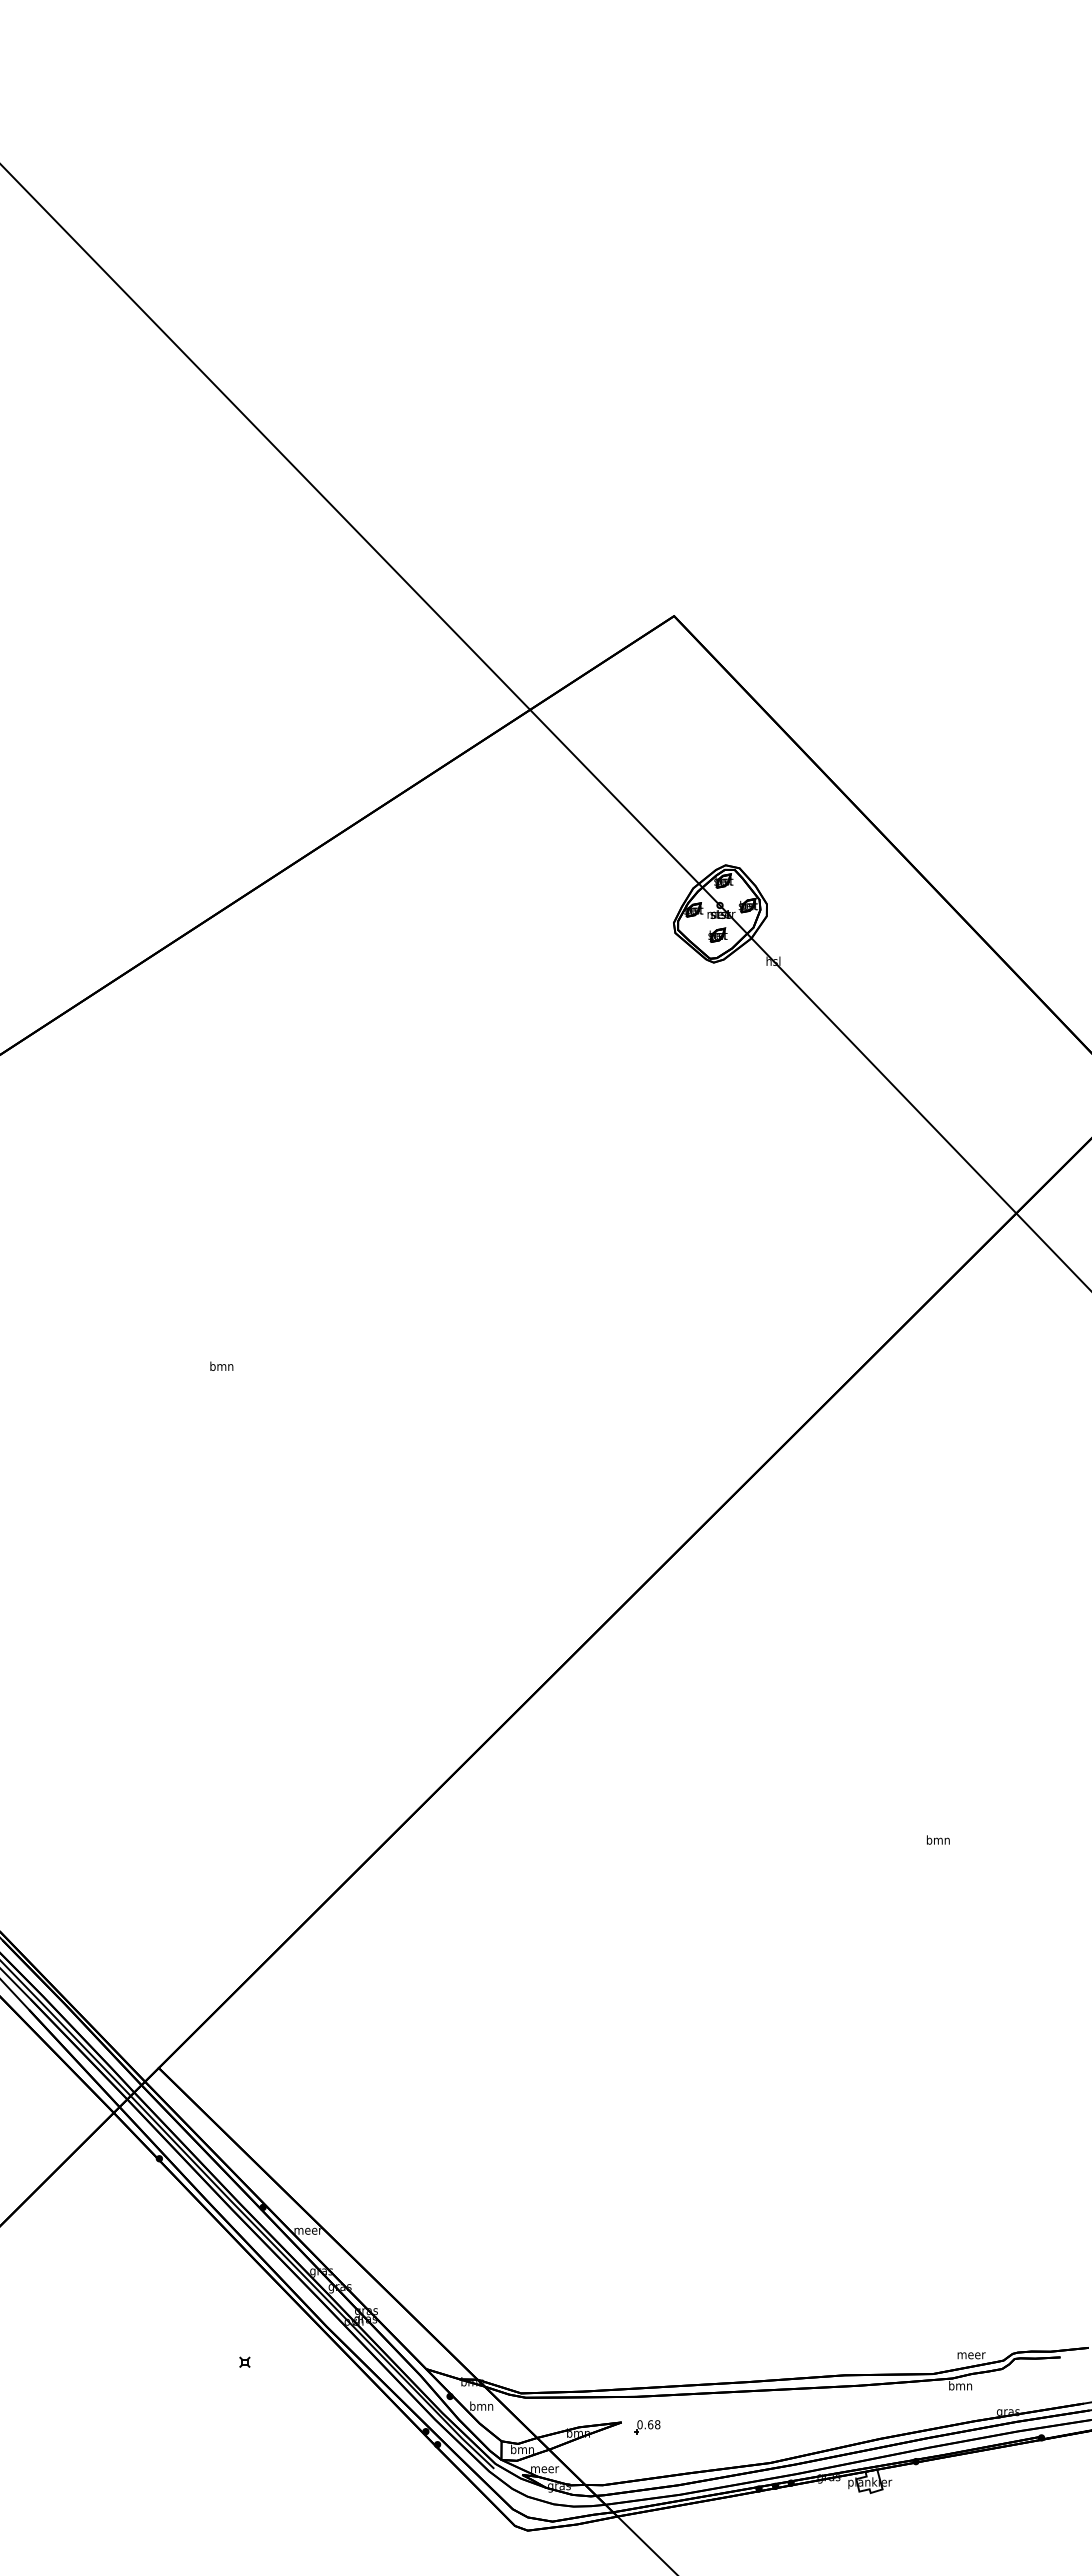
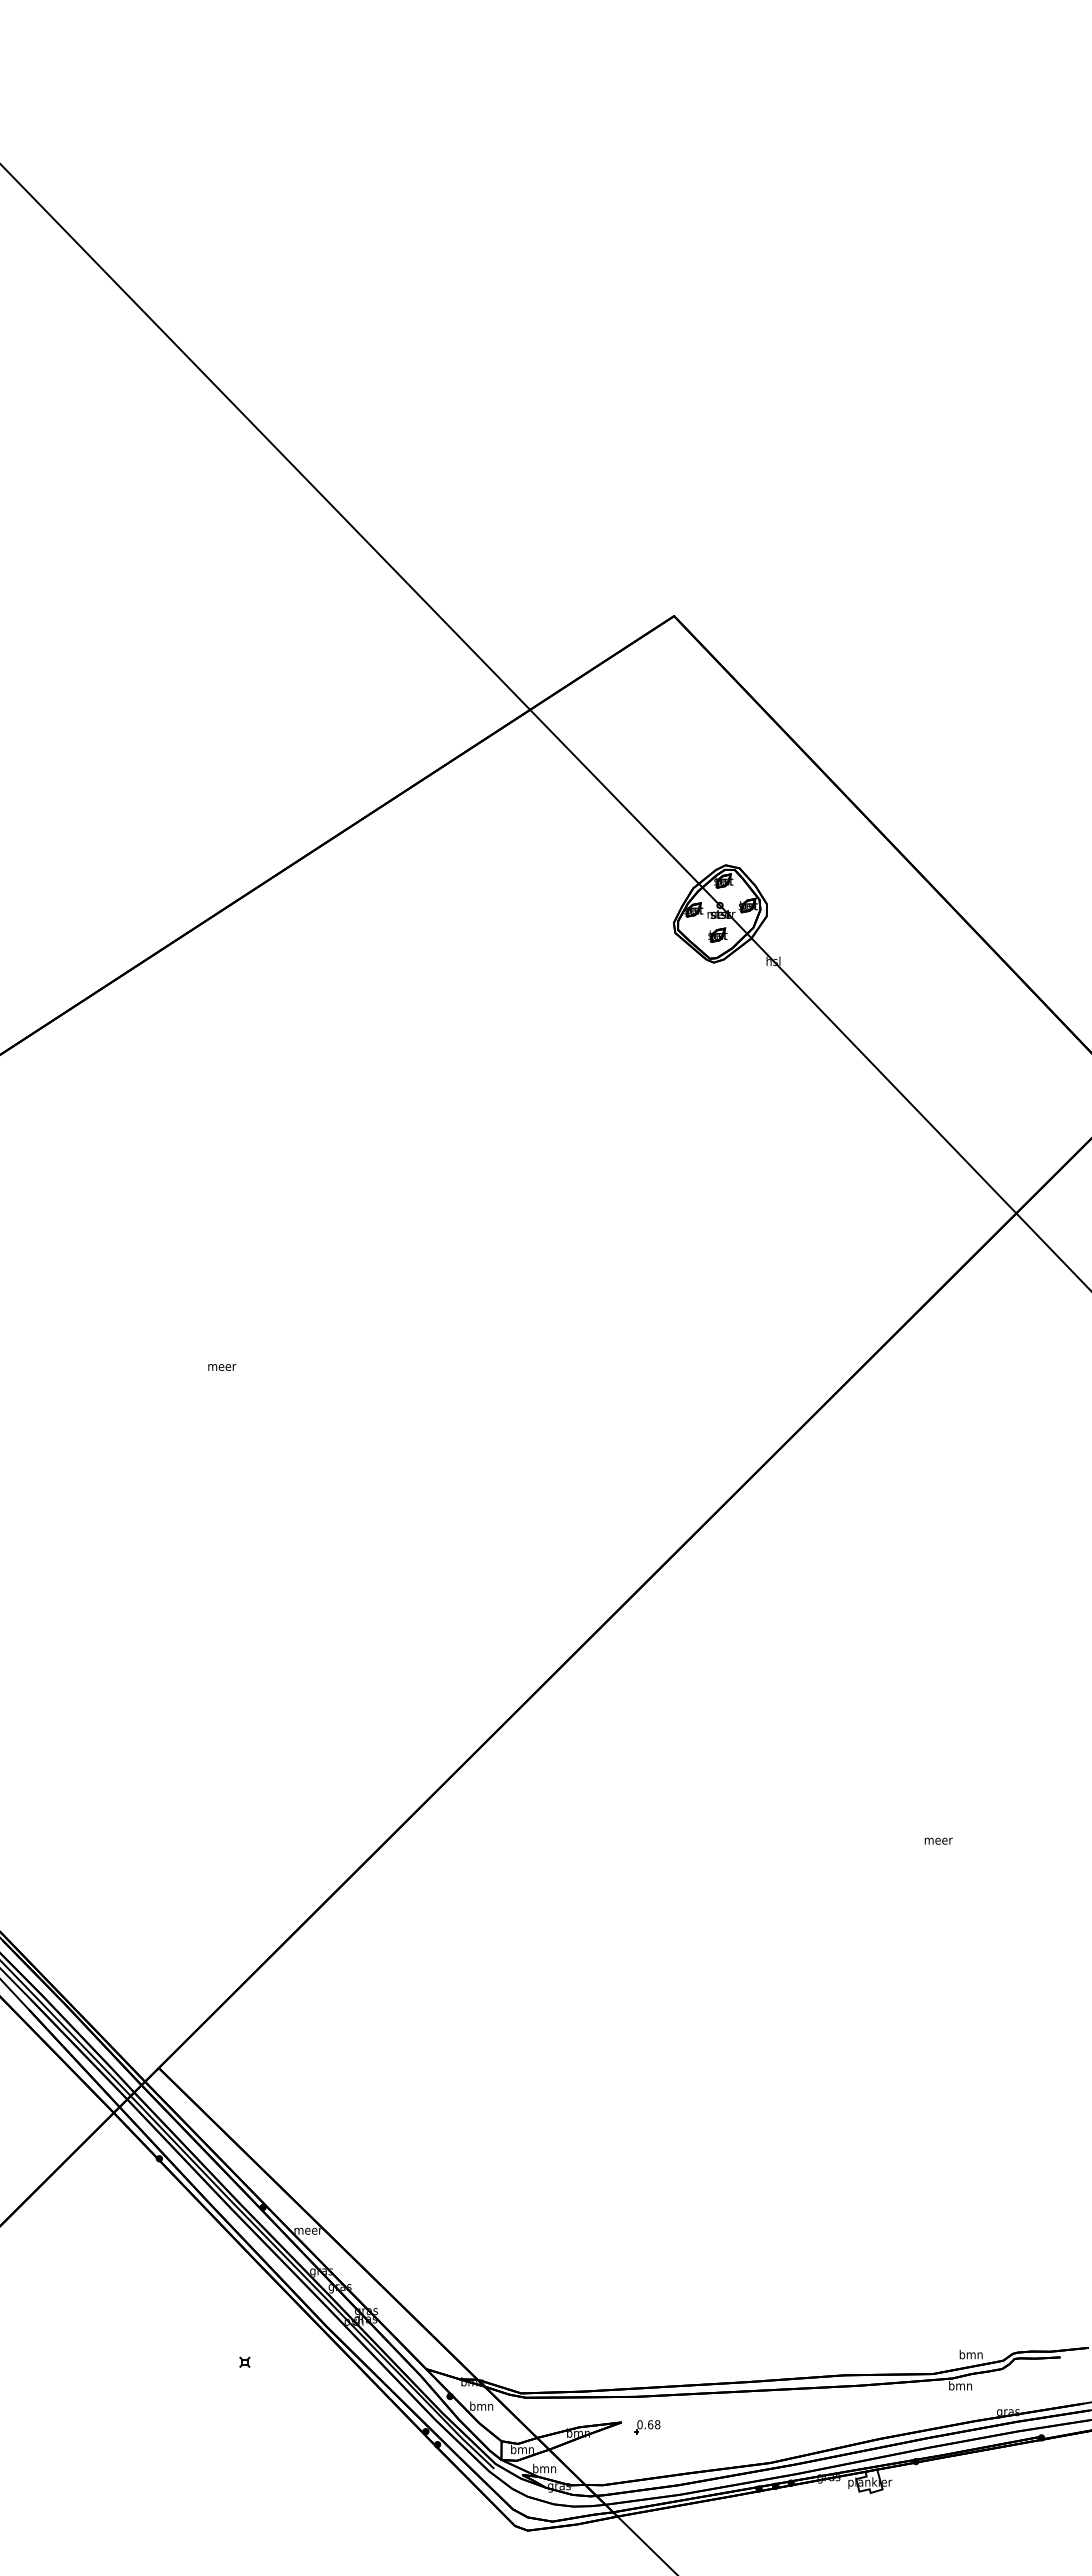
text at (222, 1365): bmn -> meer
text at (938, 1839): bmn -> meer
text at (971, 2354): meer -> bmn
text at (545, 2468): meer -> bmn
